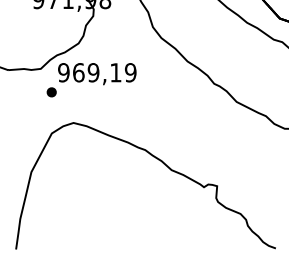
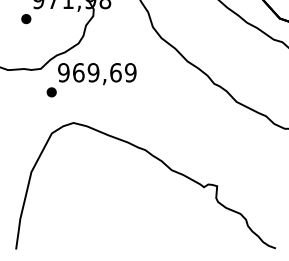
part at (26, 19): none -> present
text at (115, 72): 969,19 -> 969,69
